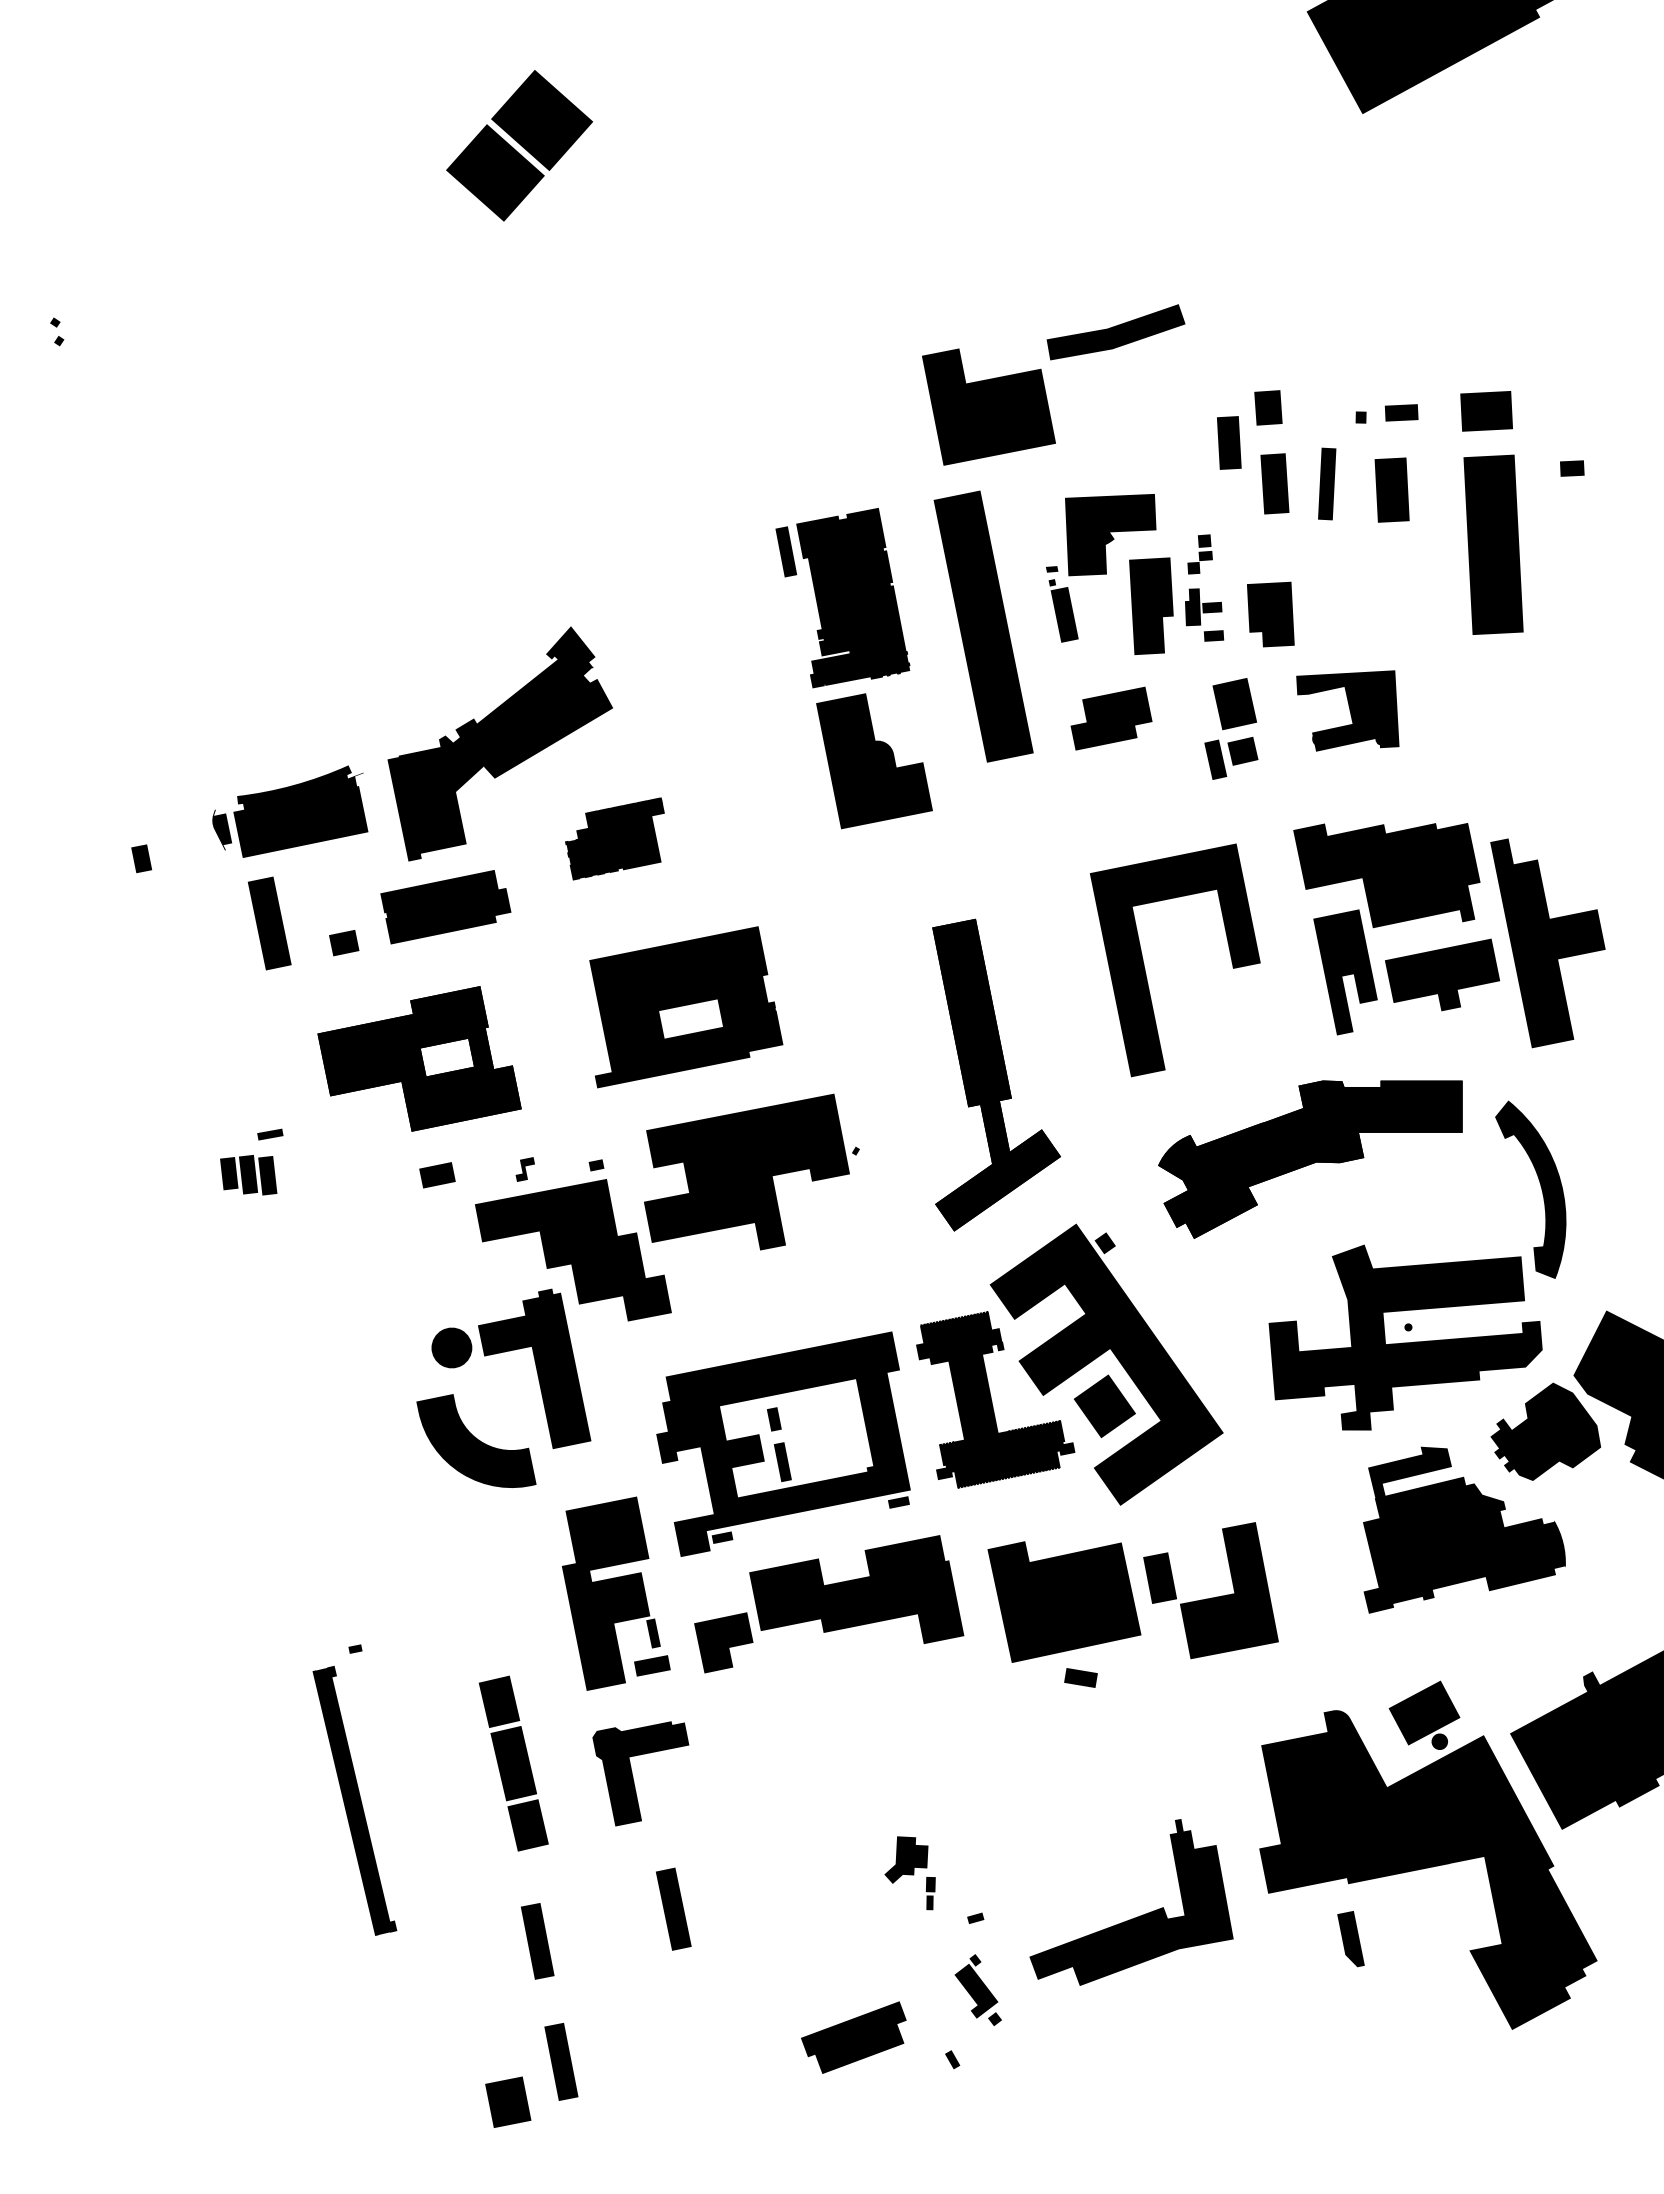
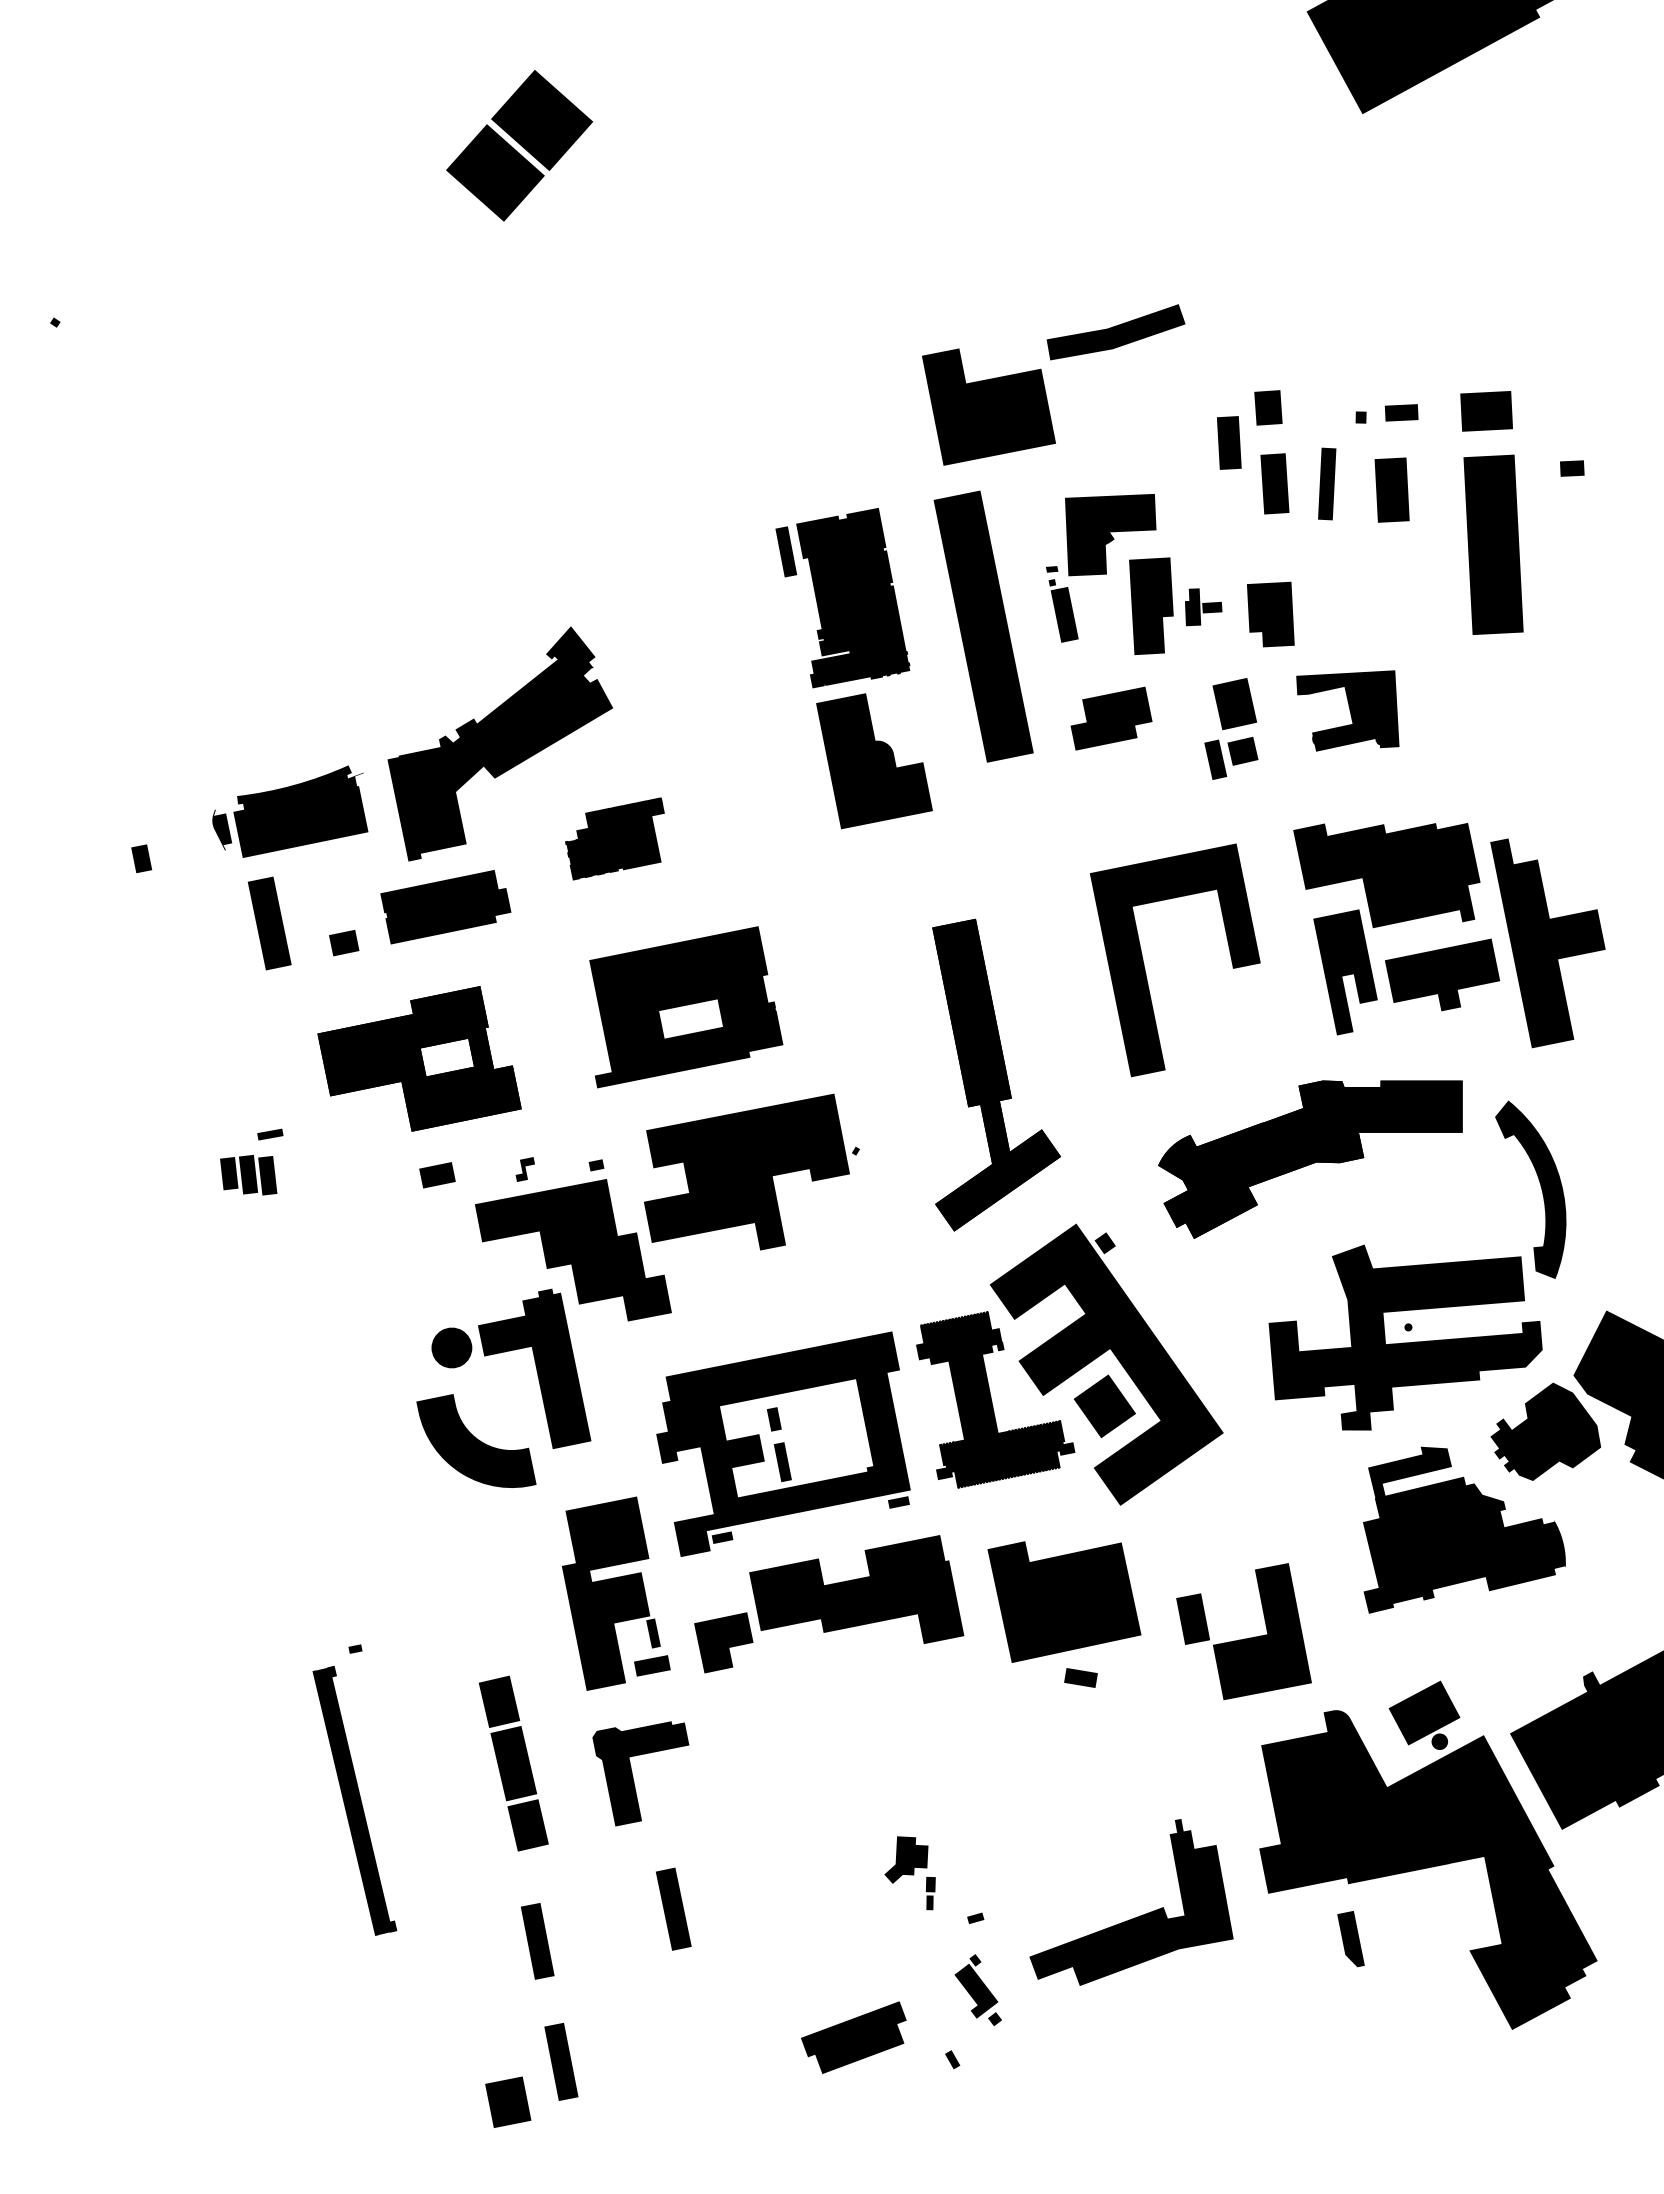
fill at (59, 340): present -> none
part at (1199, 554): present -> none
fill at (1213, 635): present -> none
part at (1211, 1597) position: (1211, 1597) -> (1244, 1638)
